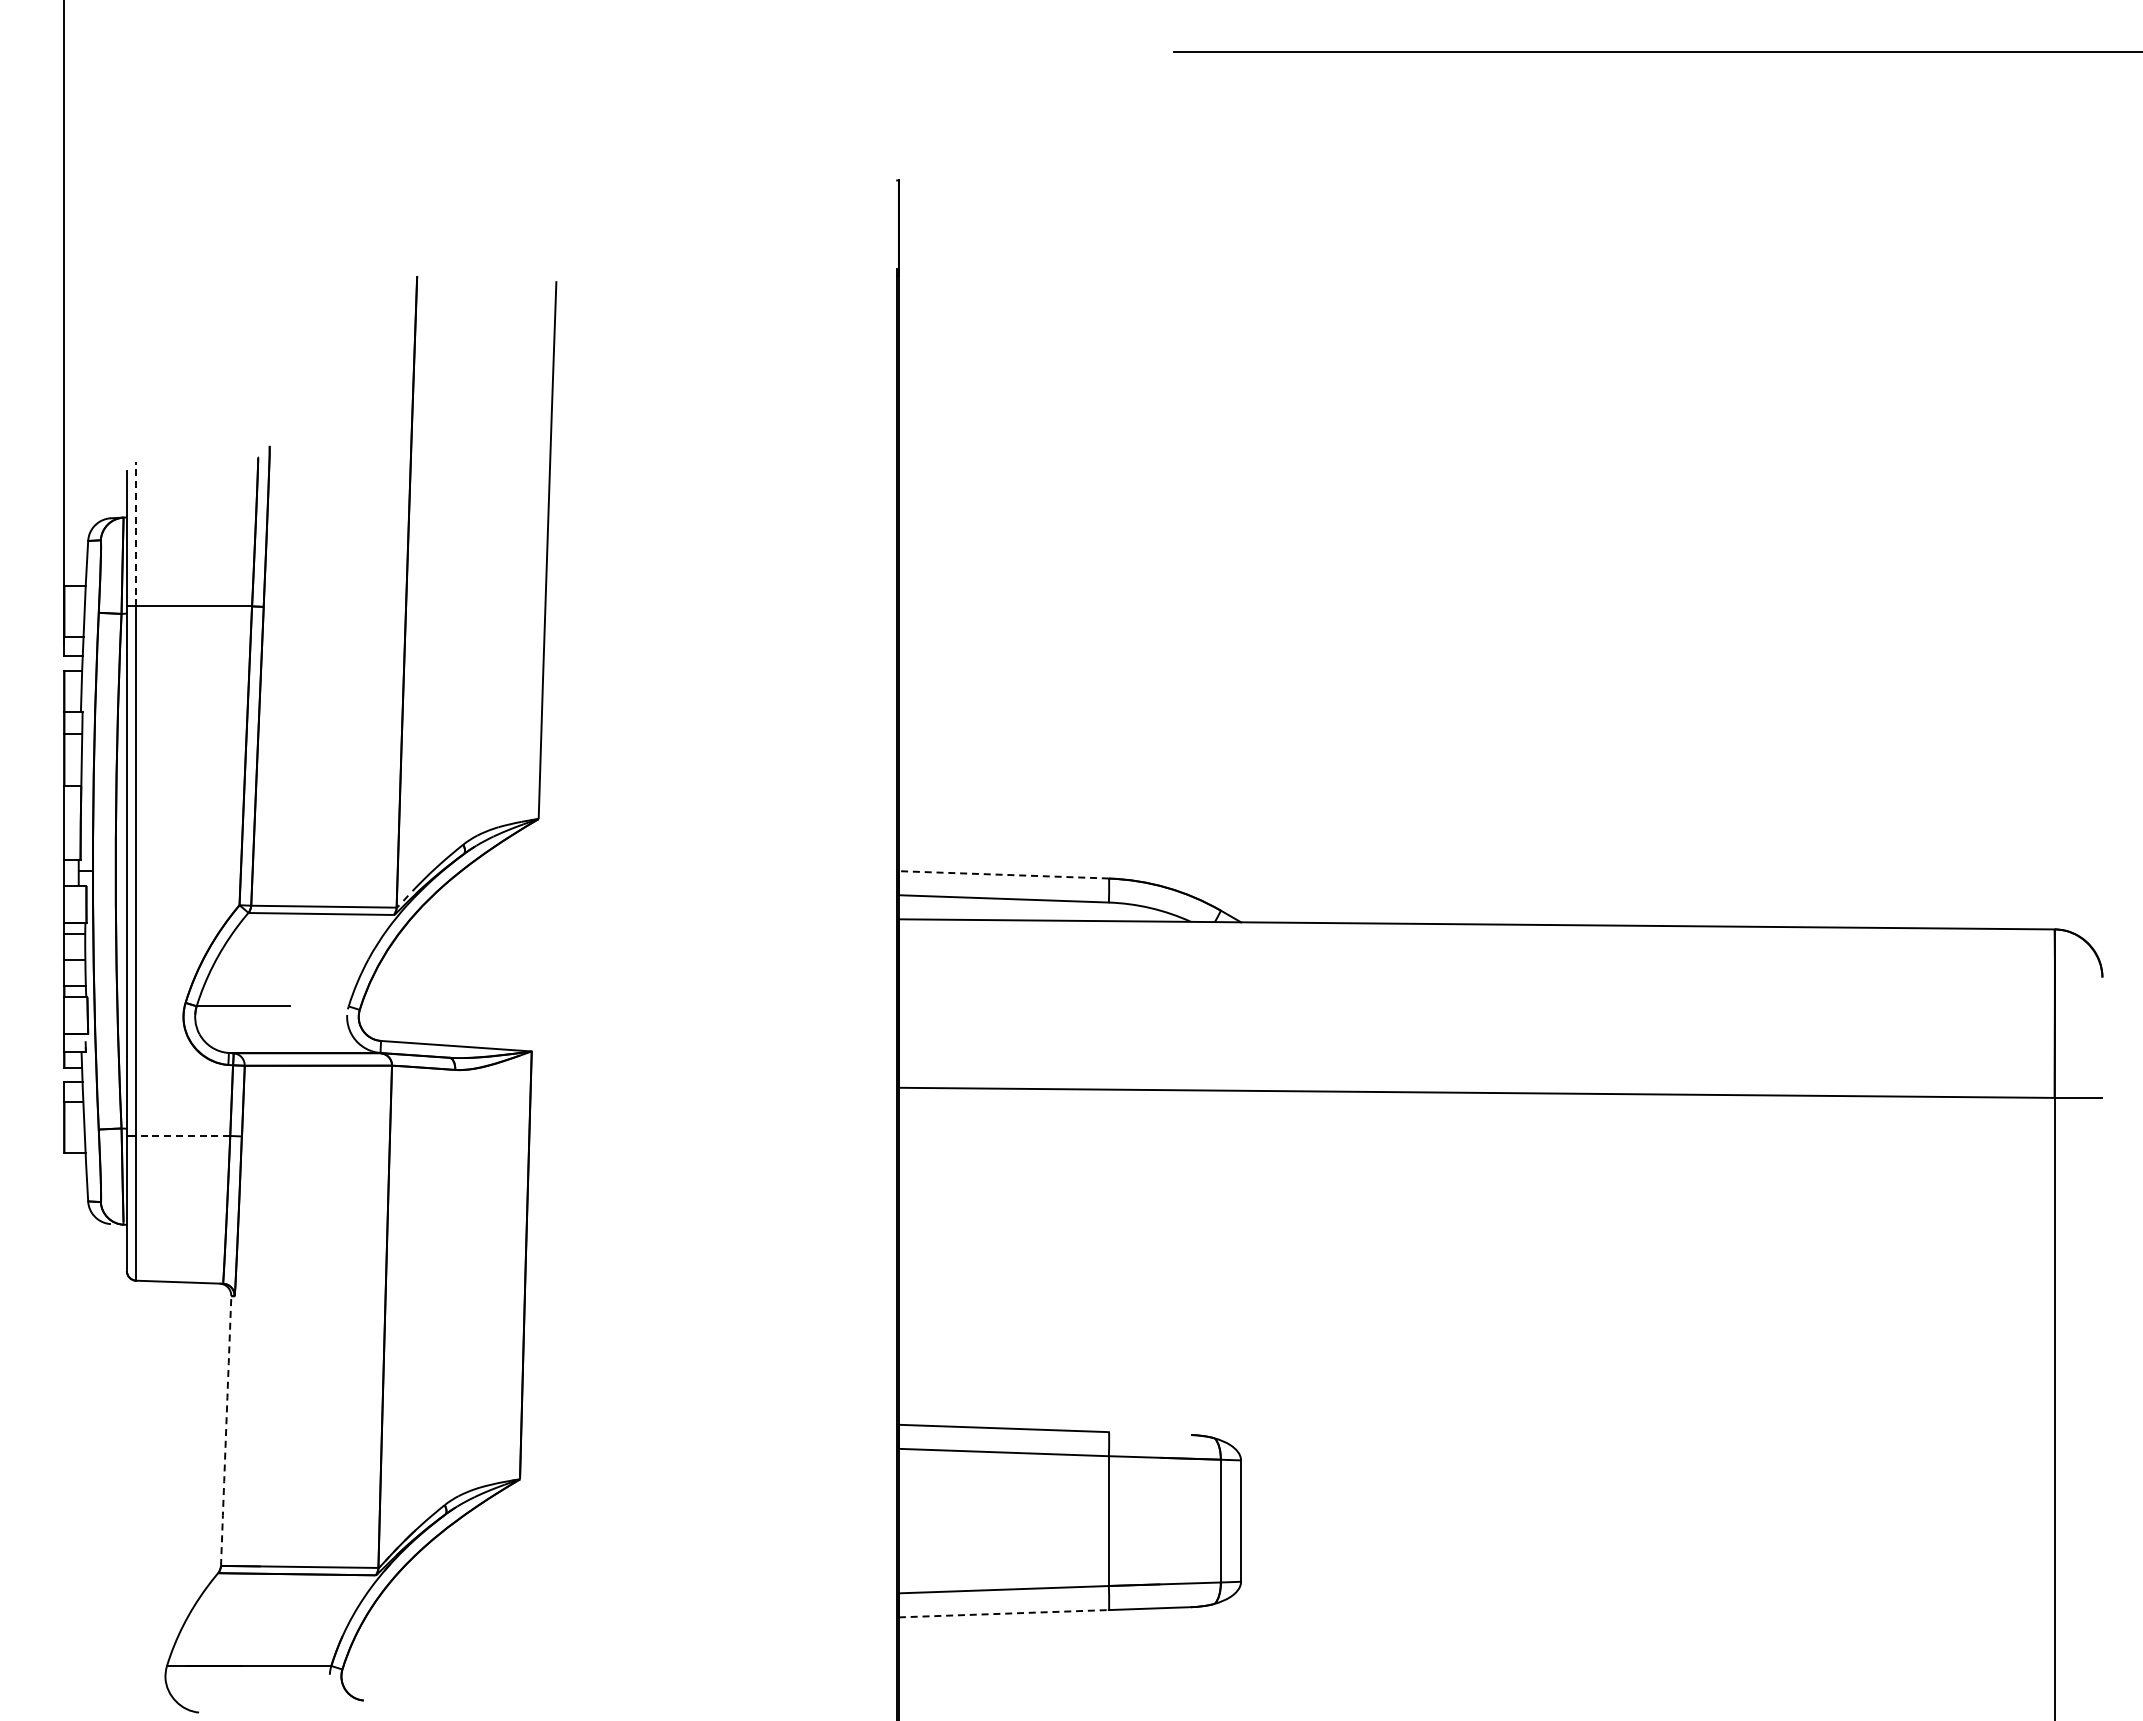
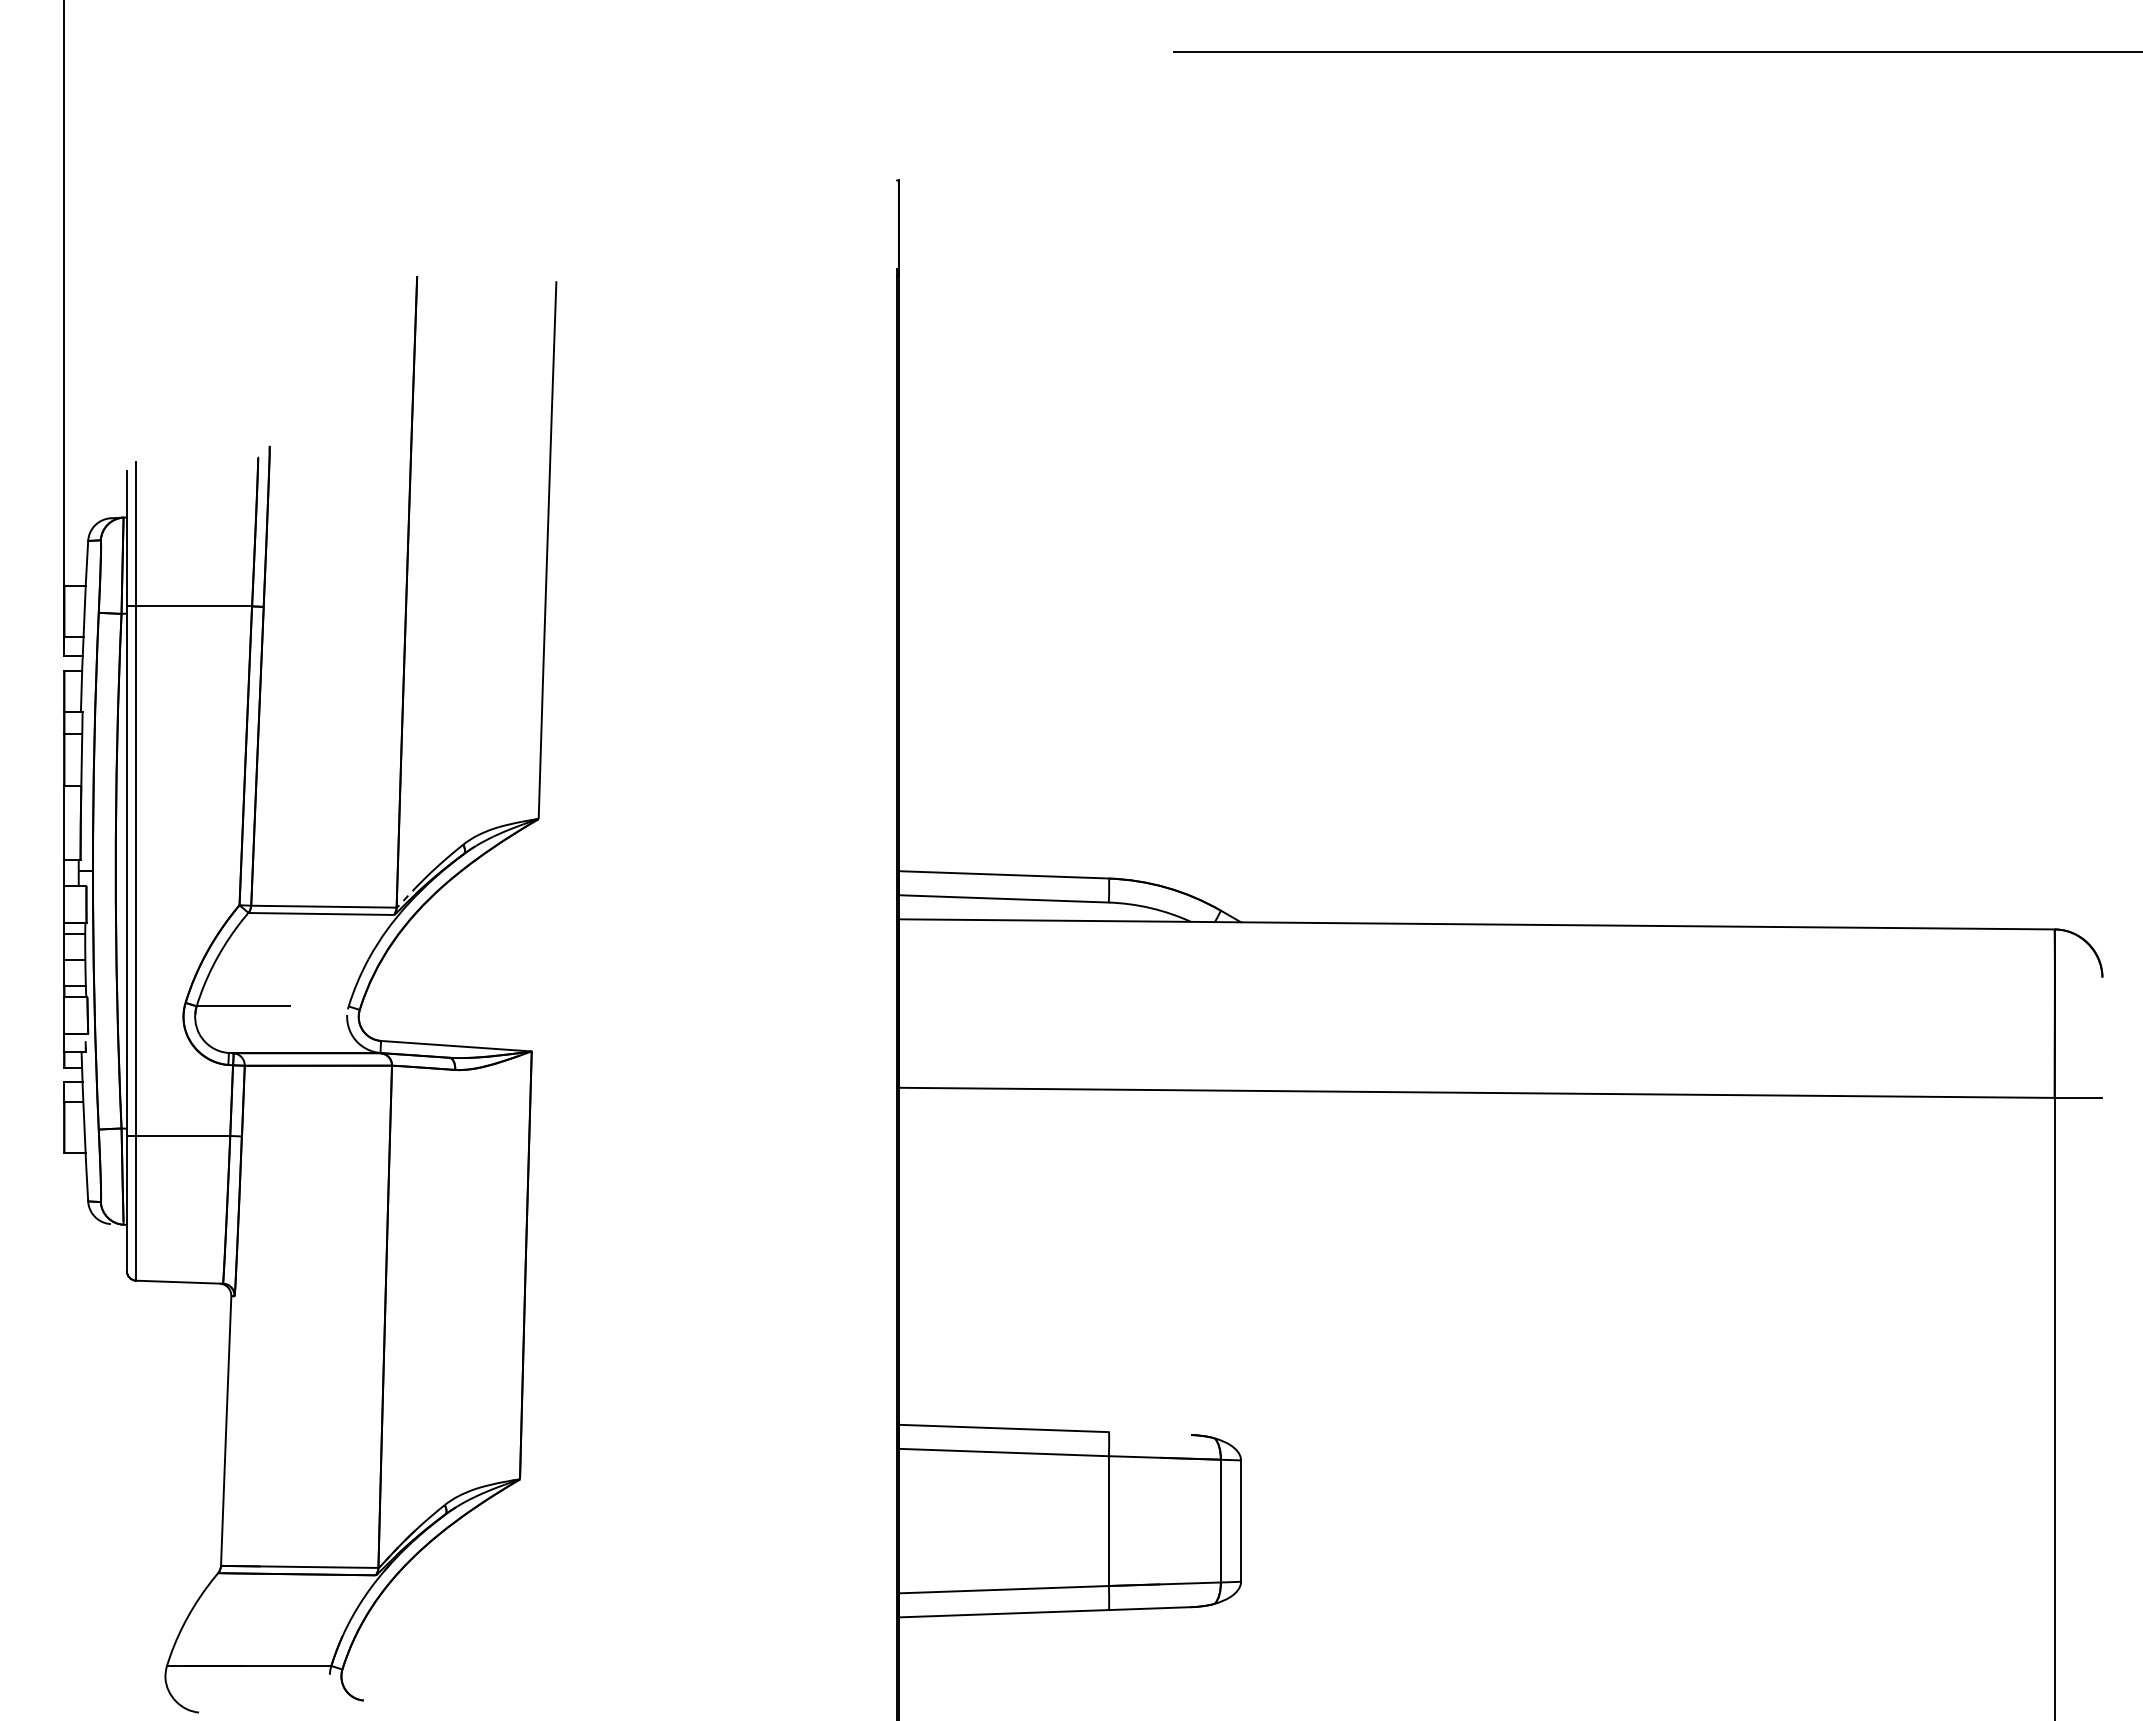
line at (136, 533): dashed -> solid
line at (1003, 874): dashed -> solid
line at (182, 1135): dashed -> solid
arc at (226, 1431): dashed -> solid
line at (1004, 1613): dashed -> solid
